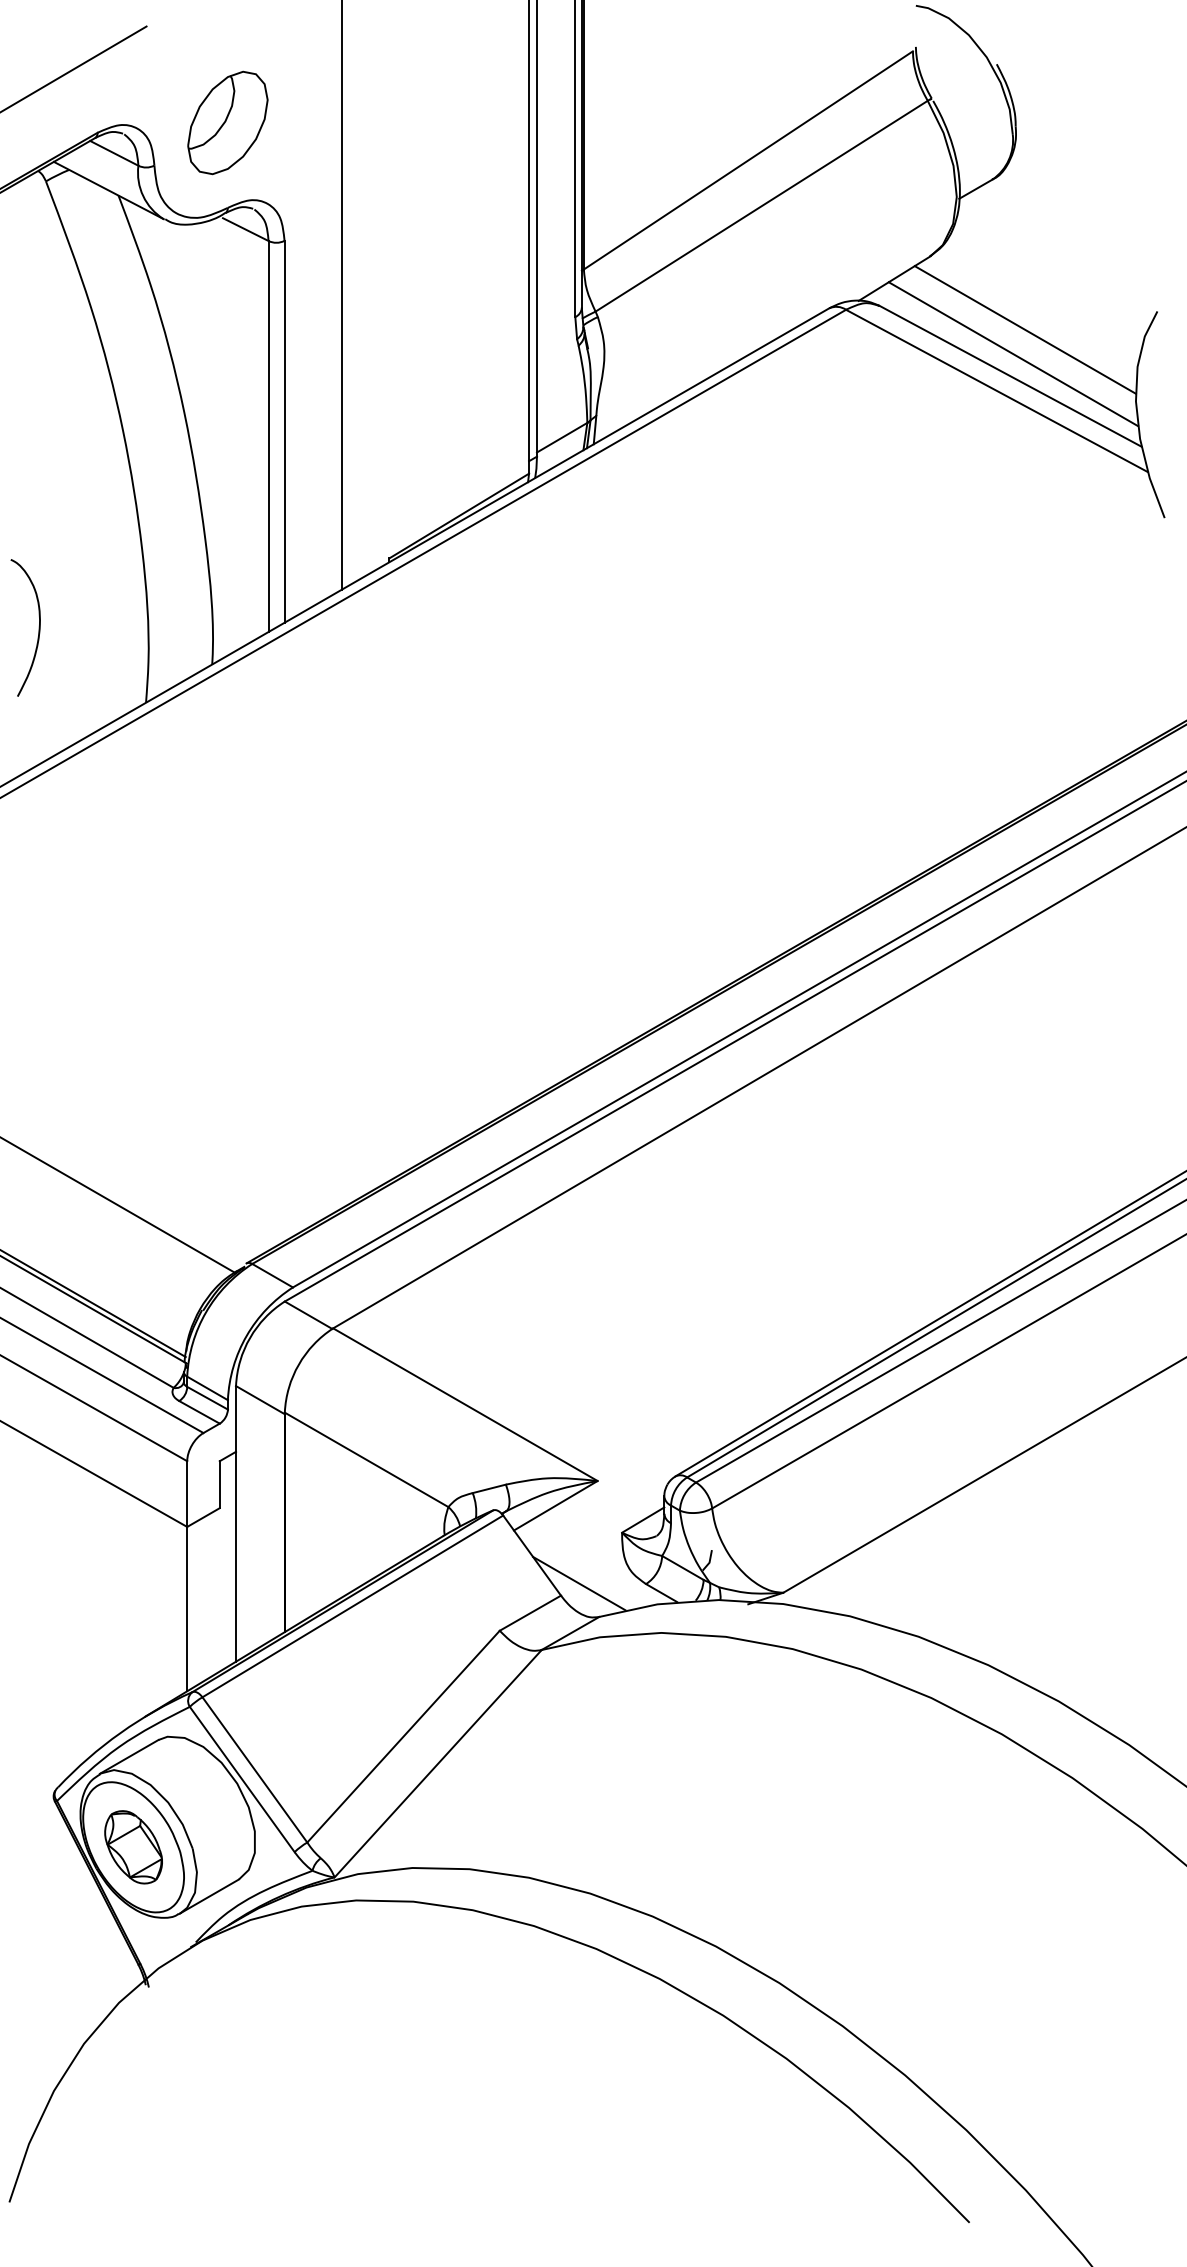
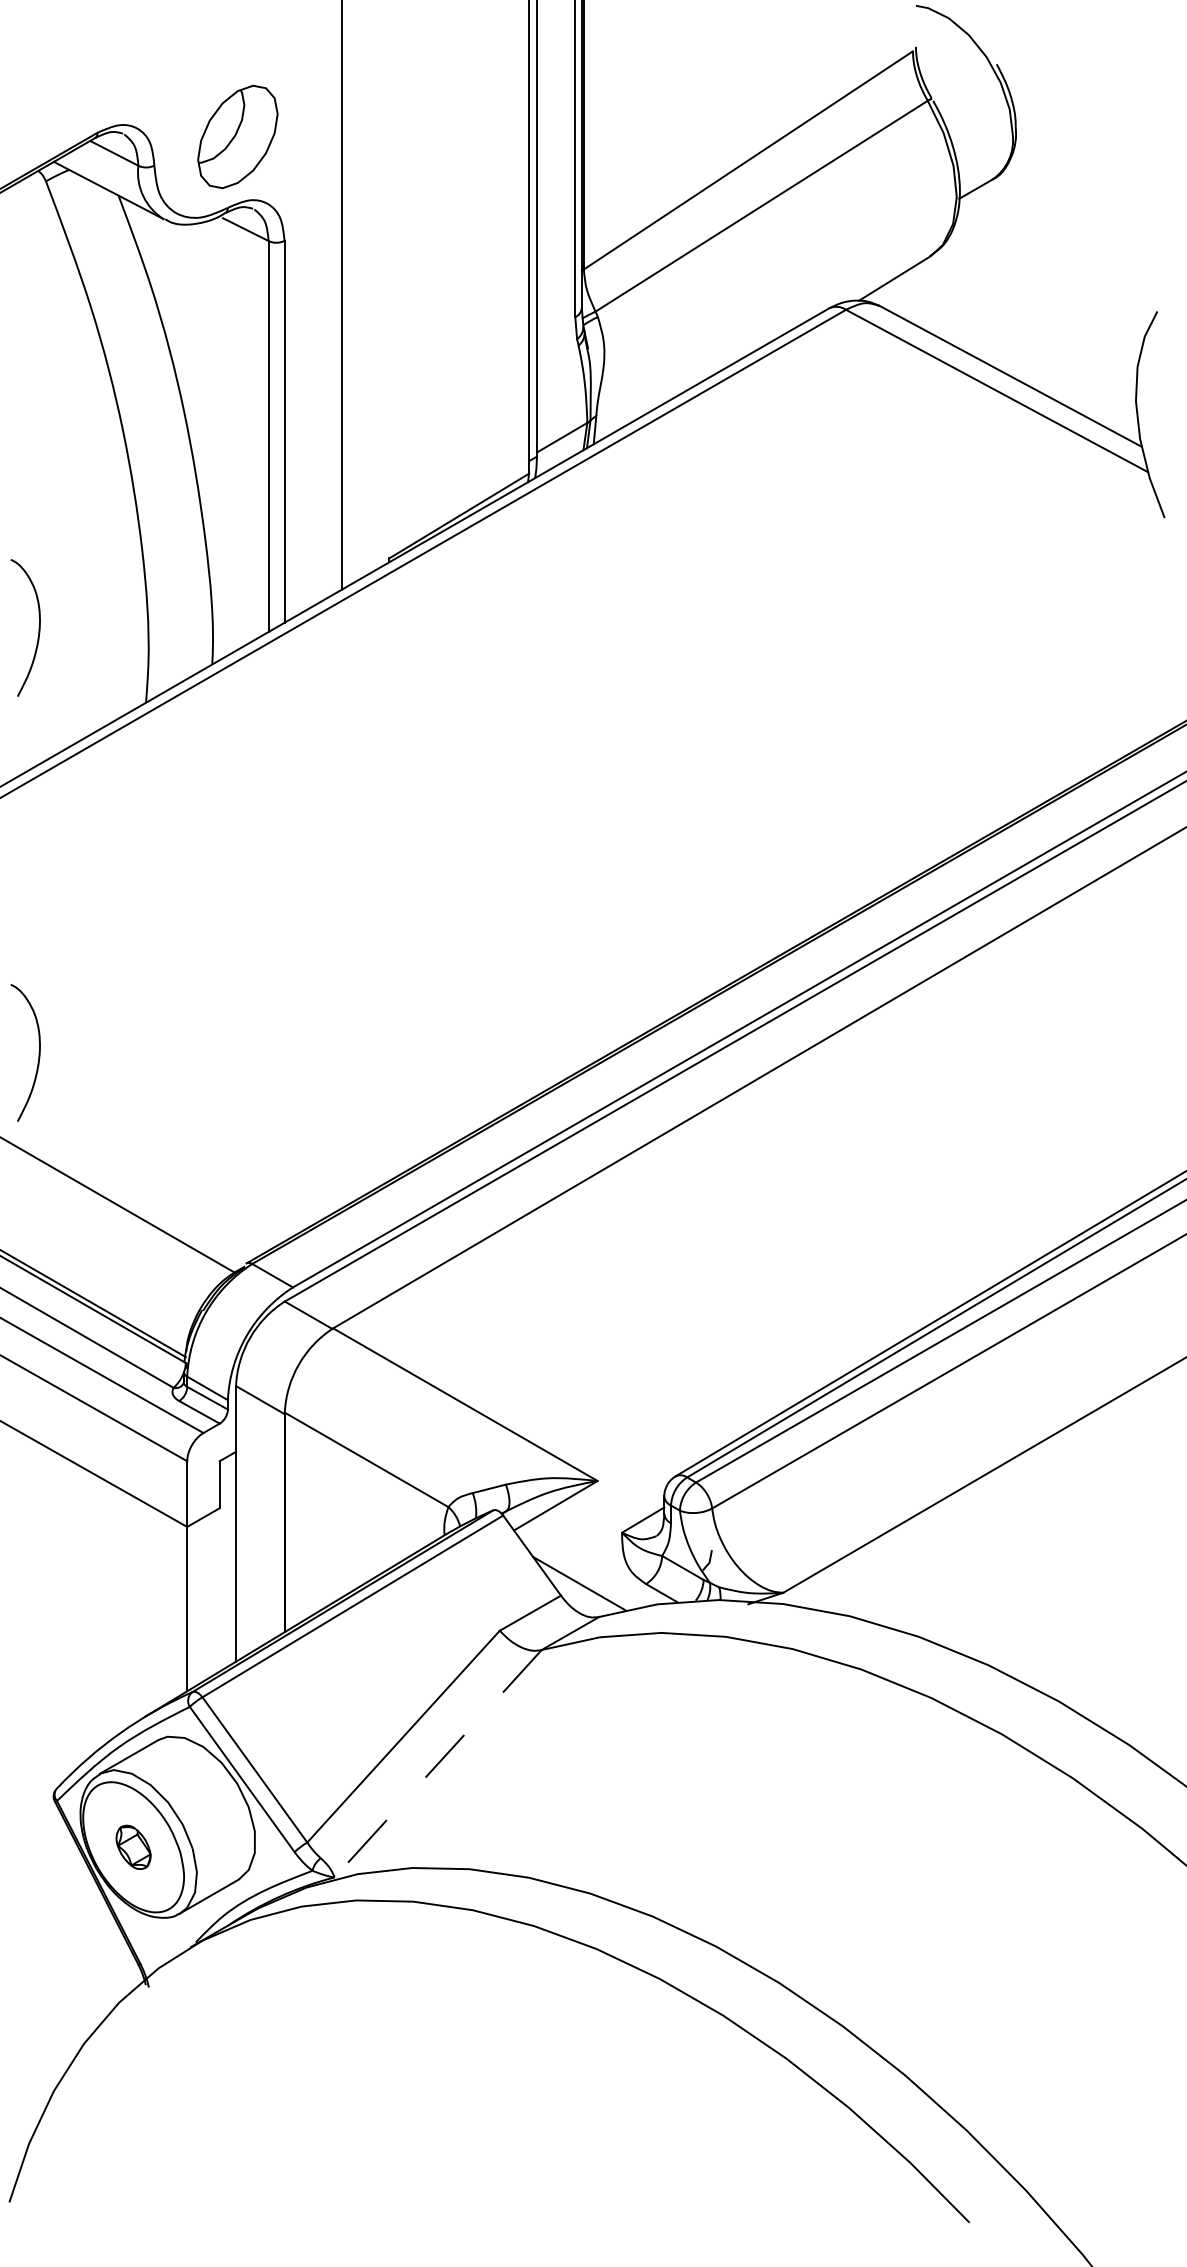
line at (74, 68): present -> none
part at (227, 122) position: (227, 122) -> (237, 136)
line at (1024, 329): present -> none
line at (1013, 354): present -> none
curve at (38, 1052): none -> present
line at (438, 1763): solid -> dashed
part at (133, 1847) size: 59x75 px -> 37x46 px
